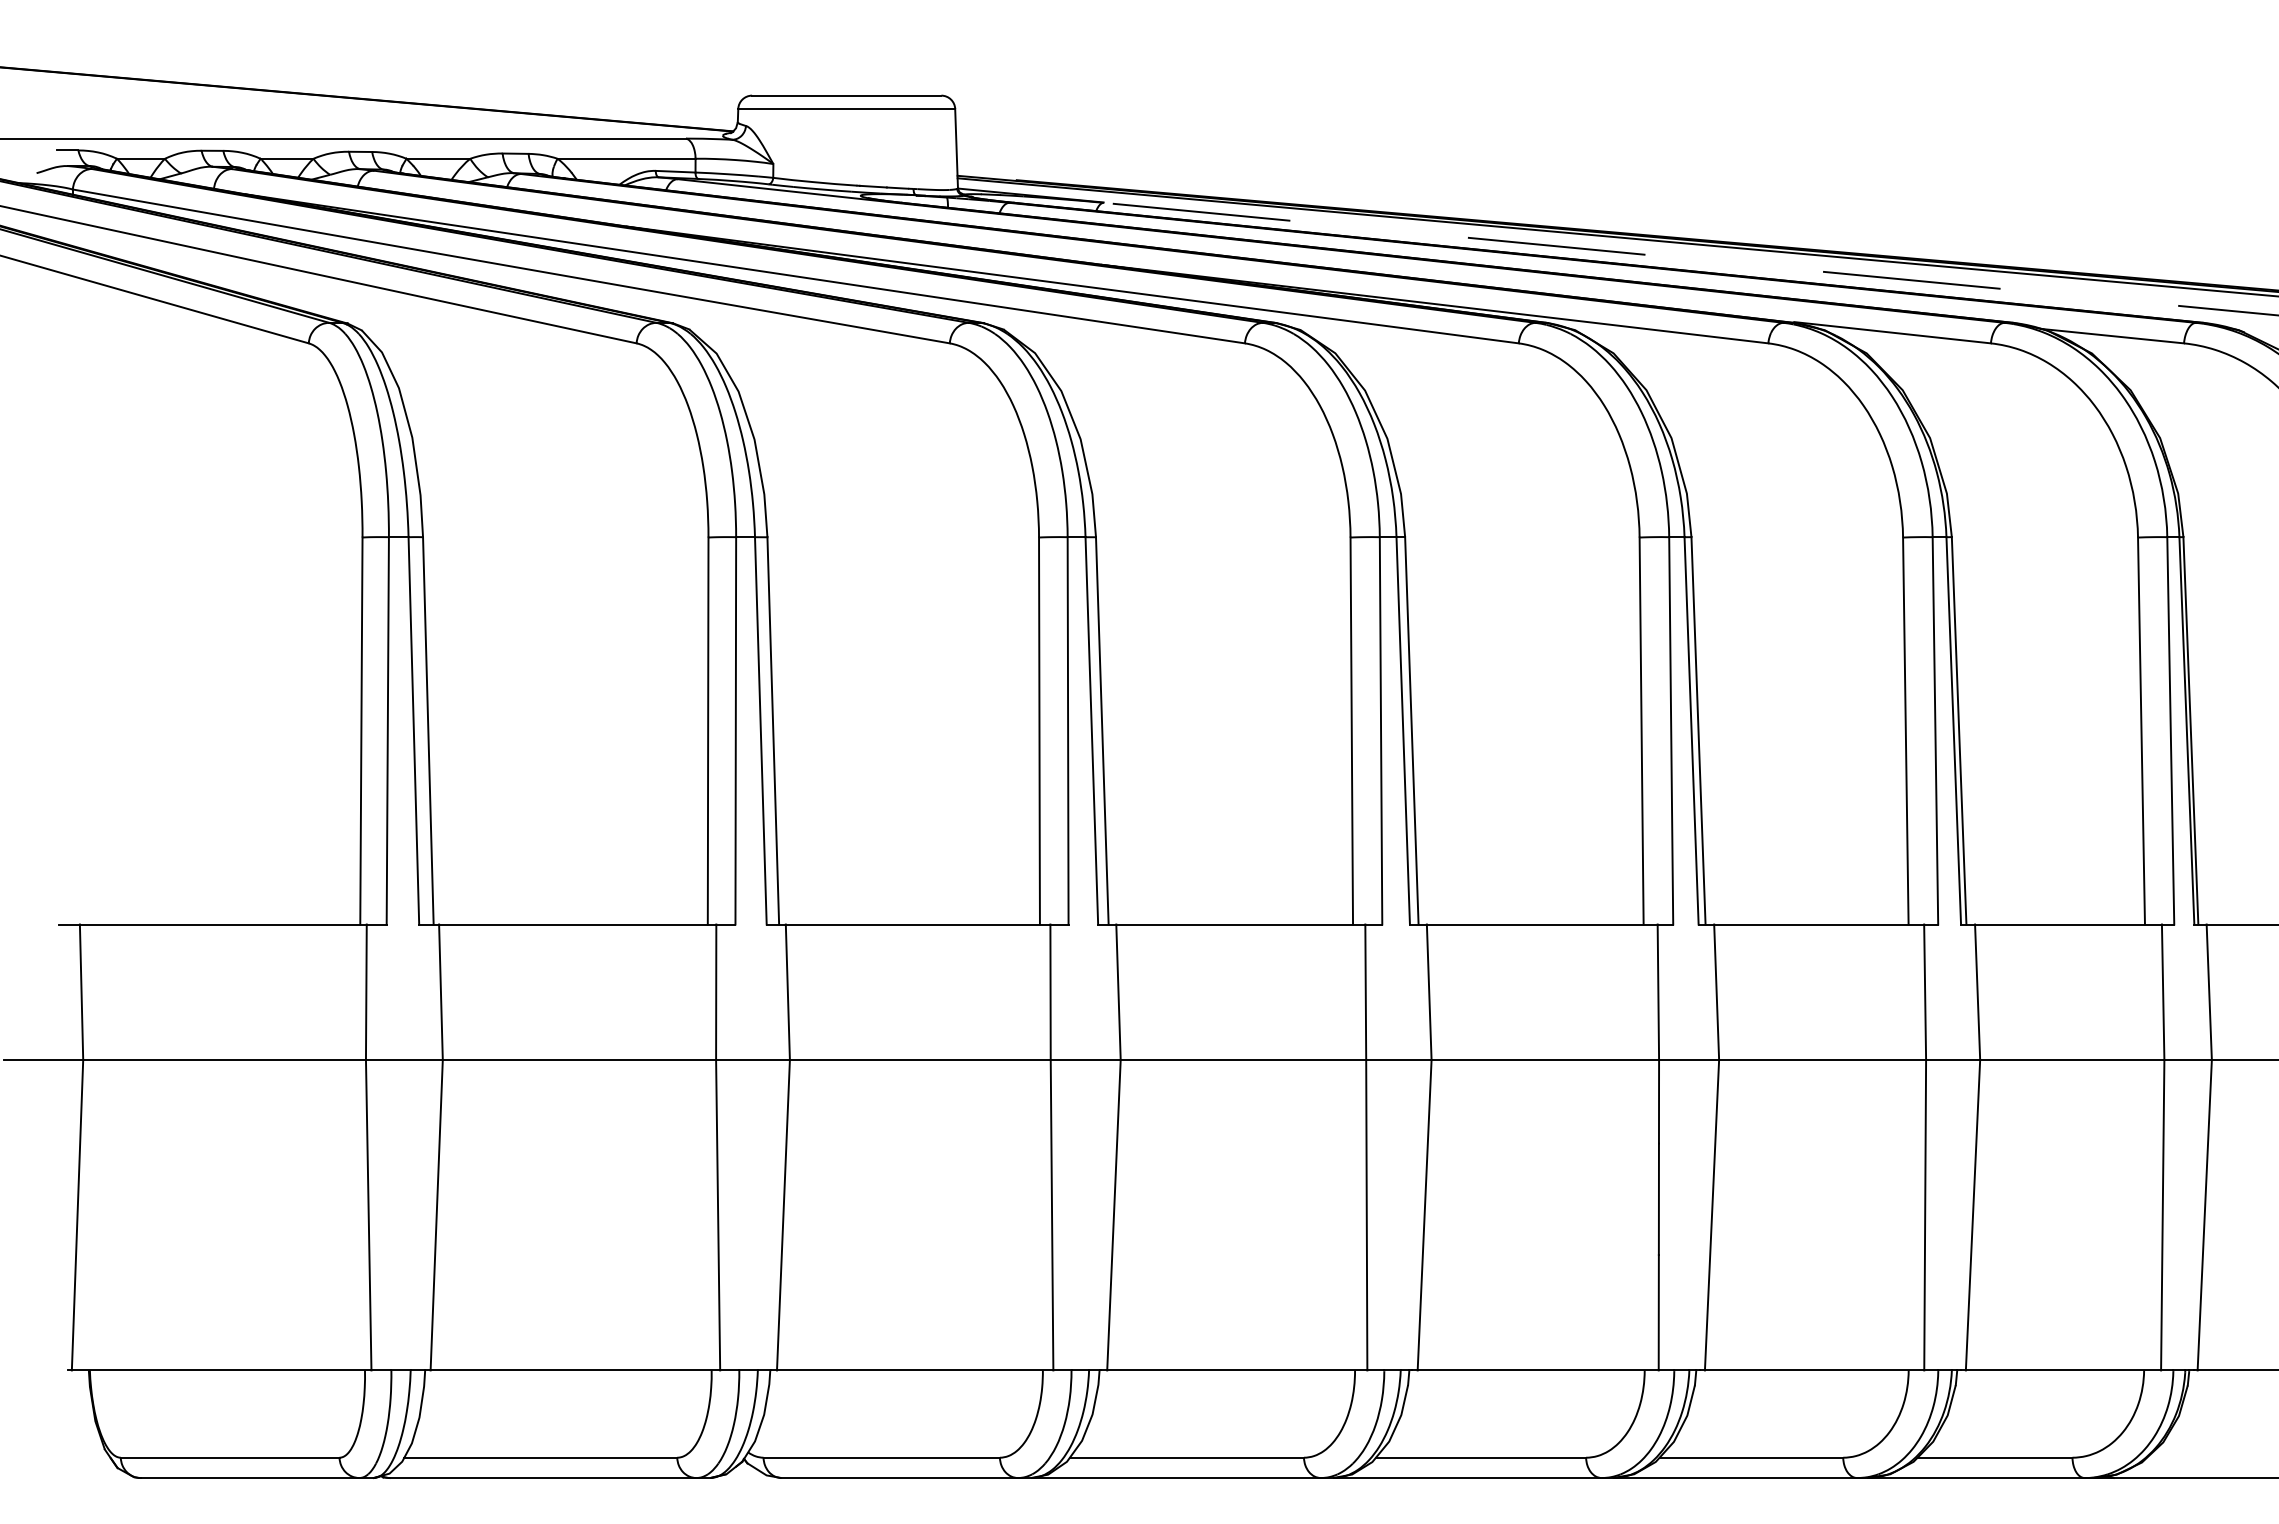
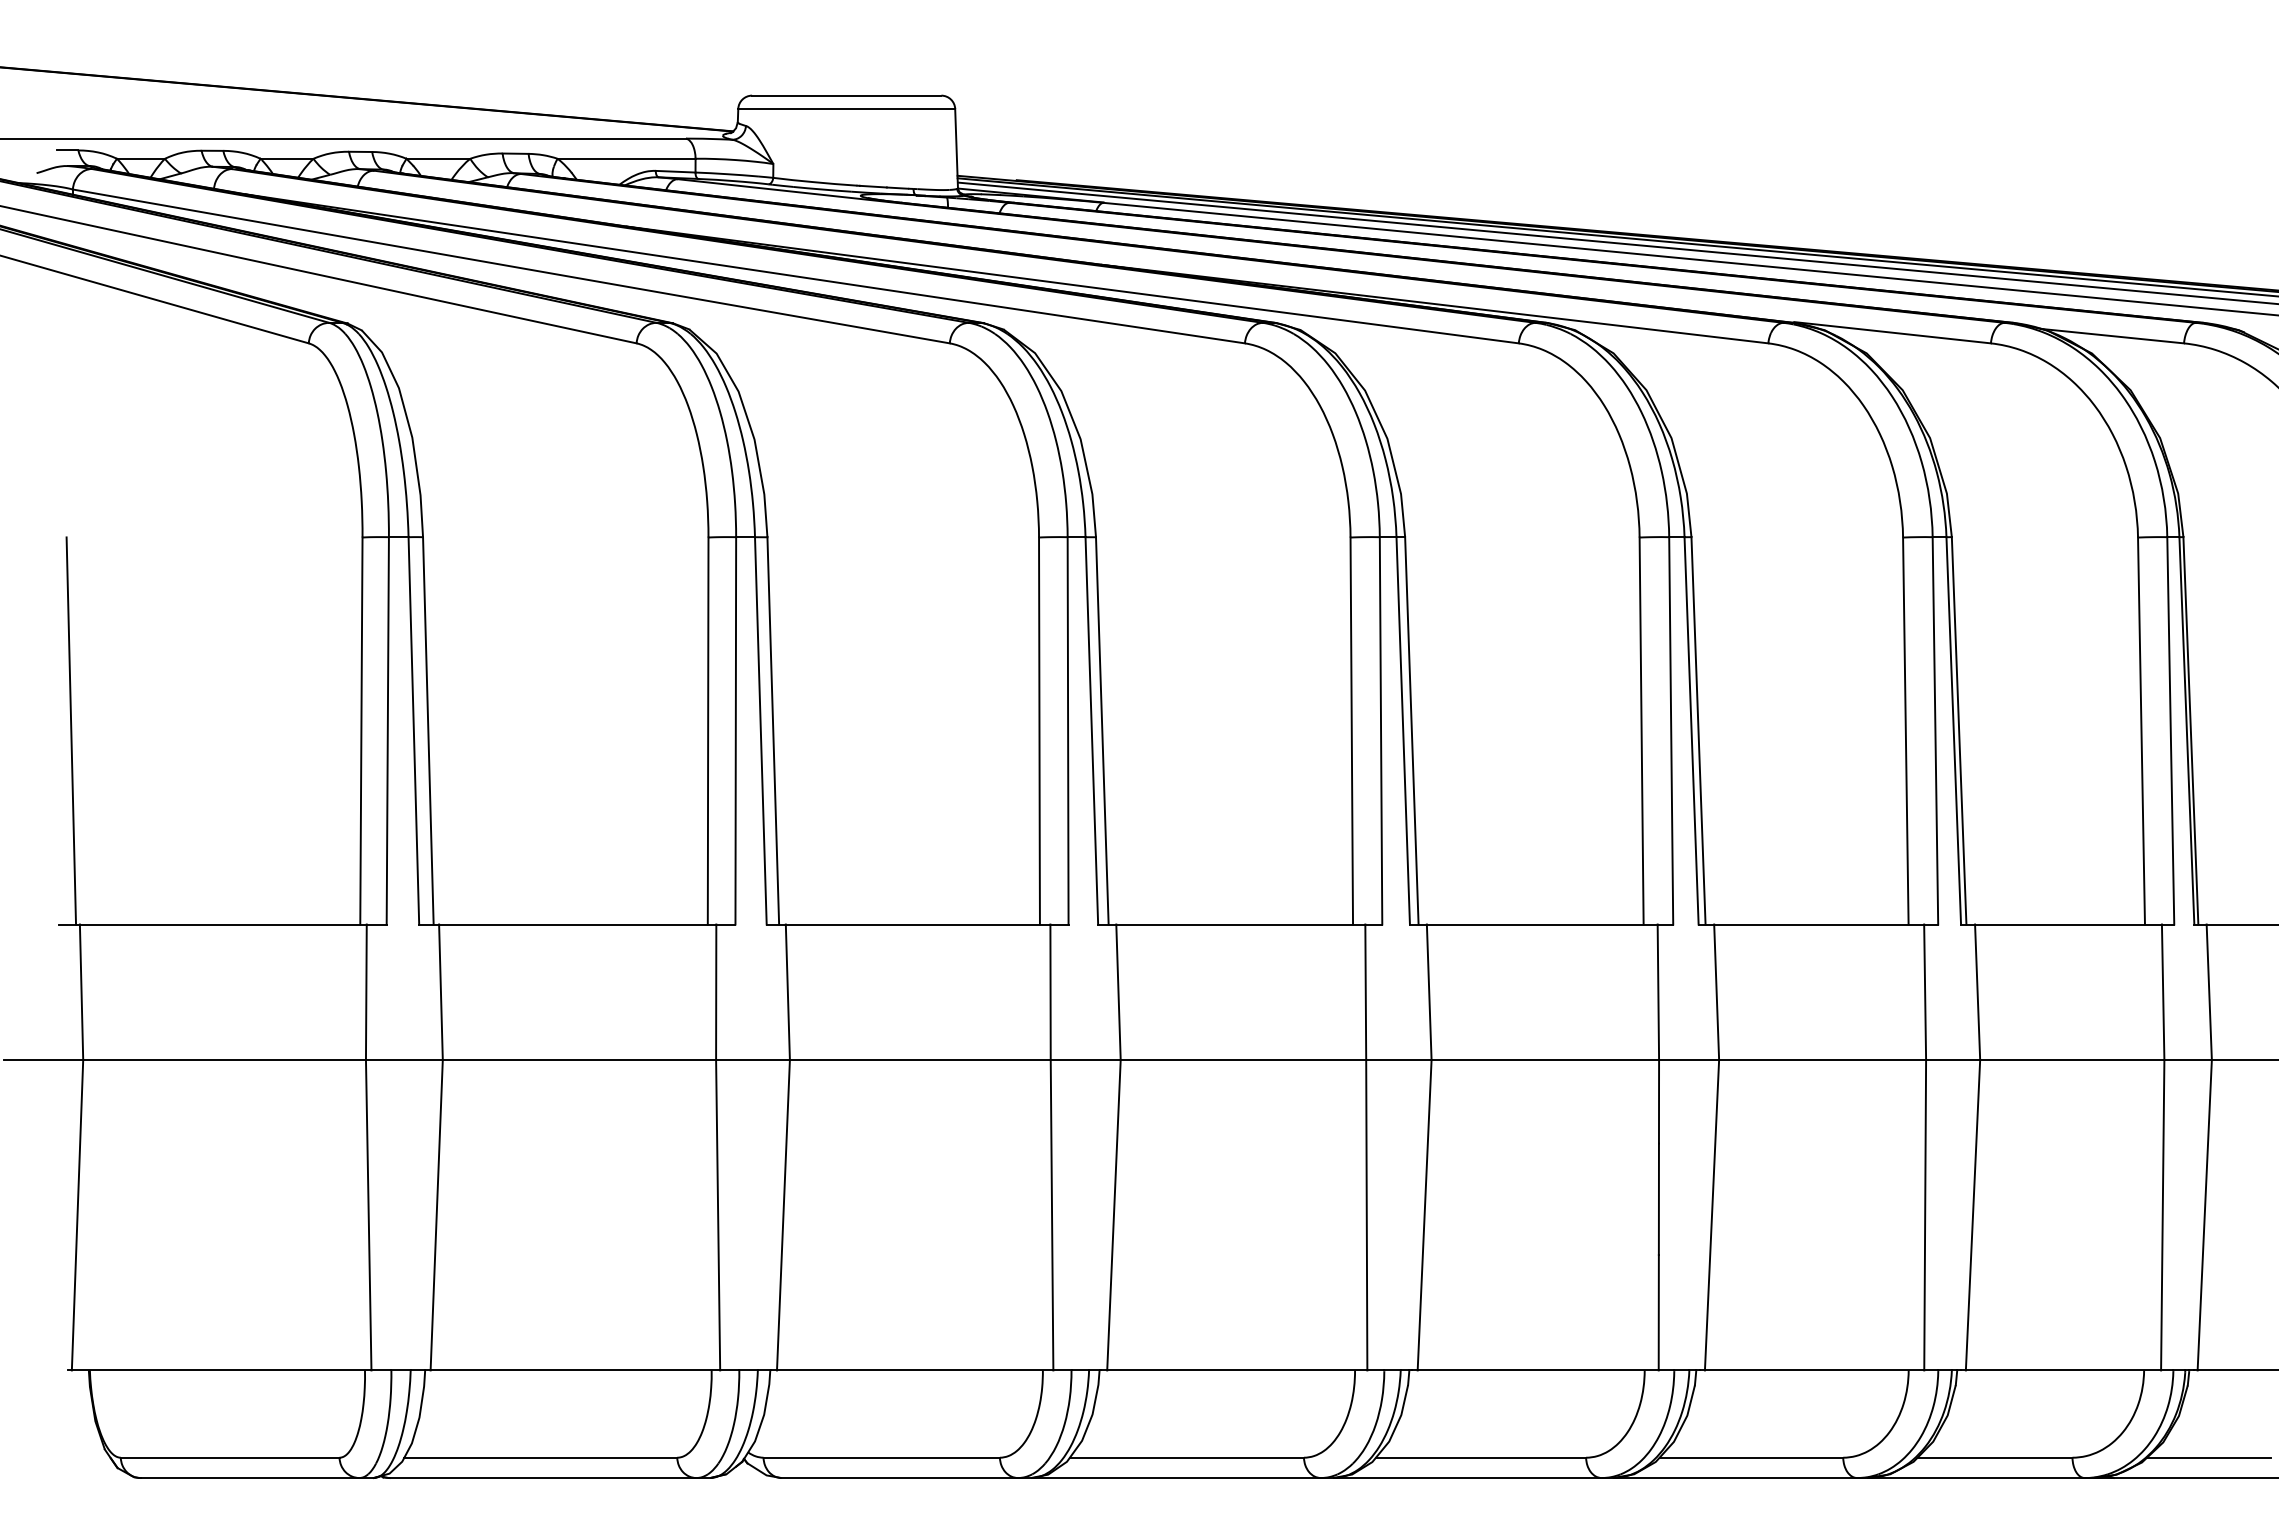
line at (1616, 242): none -> present
line at (1690, 259): dashed -> solid
line at (71, 730): none -> present
line at (2209, 1457): none -> present
